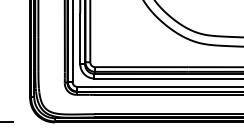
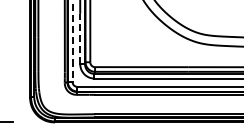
line at (80, 38): solid -> dashed
line at (72, 41): solid -> dashed
